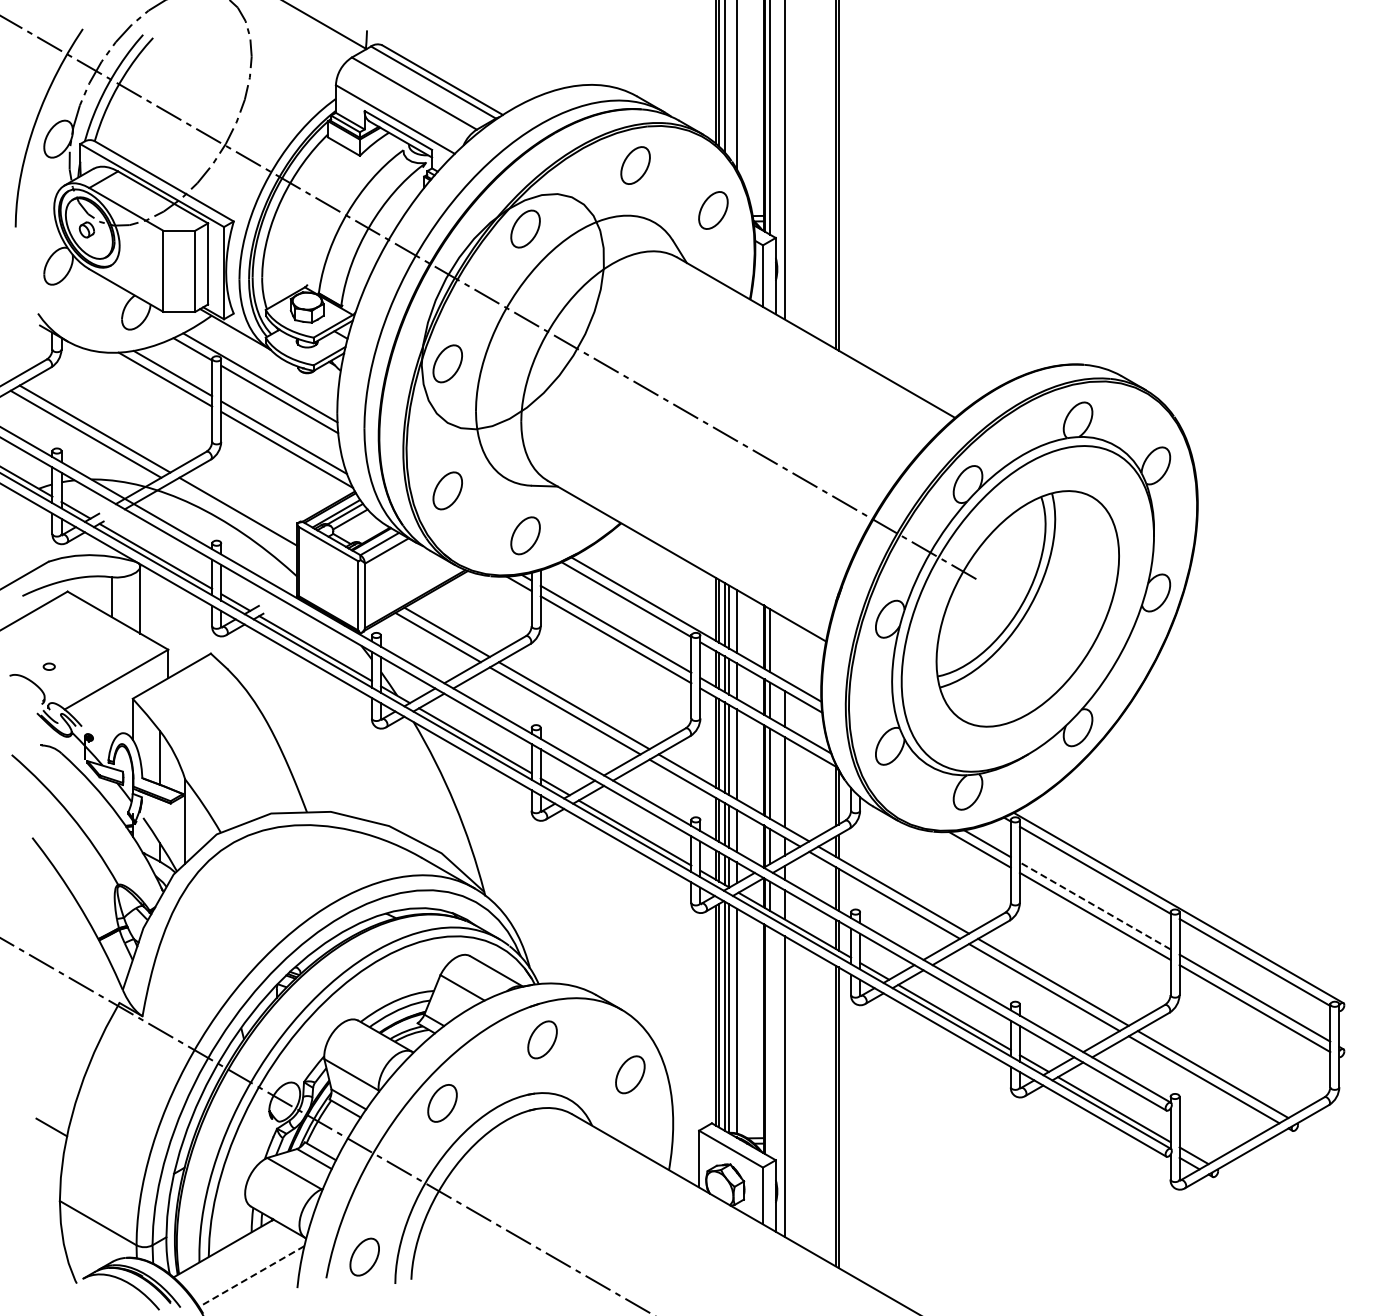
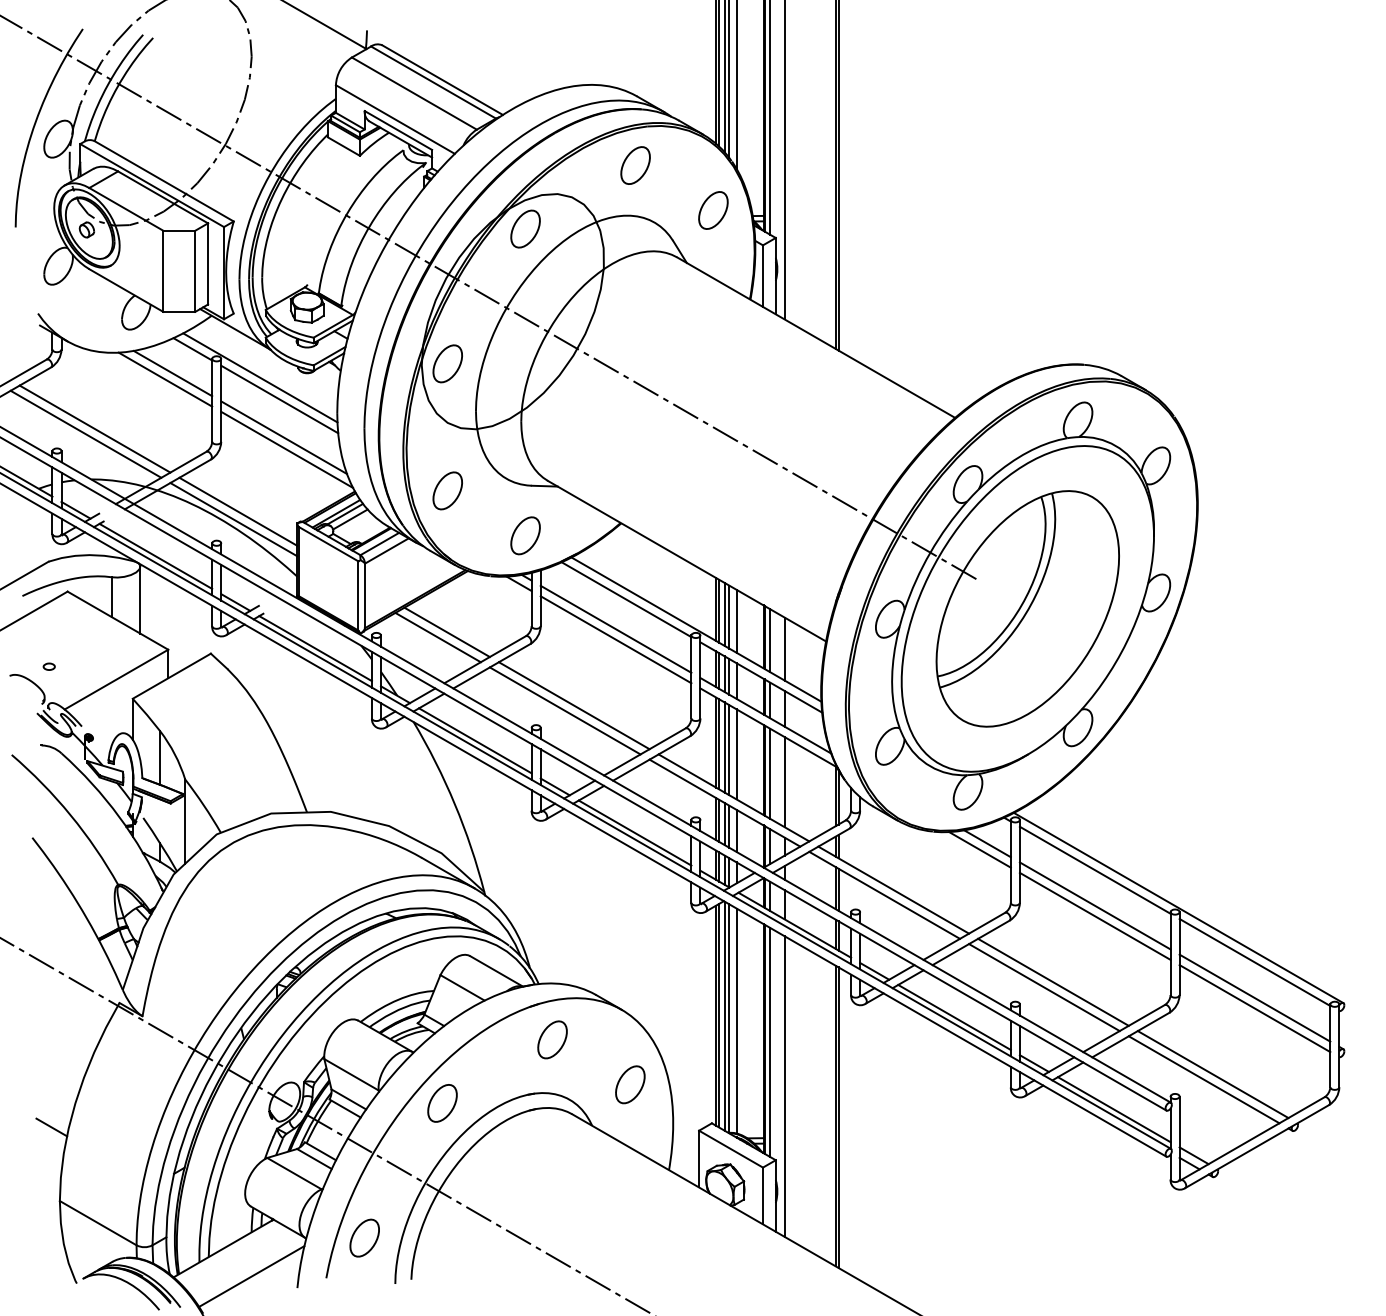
line at (729, 80): none -> present
line at (233, 519): none -> present
line at (784, 648): none -> present
line at (1095, 905): dashed -> solid
part at (542, 1039) position: (542, 1039) -> (552, 1039)
line at (770, 1042): none -> present
part at (630, 1074) position: (630, 1074) -> (630, 1084)
part at (364, 1256) position: (364, 1256) -> (364, 1237)
line at (251, 1276): dashed -> solid
